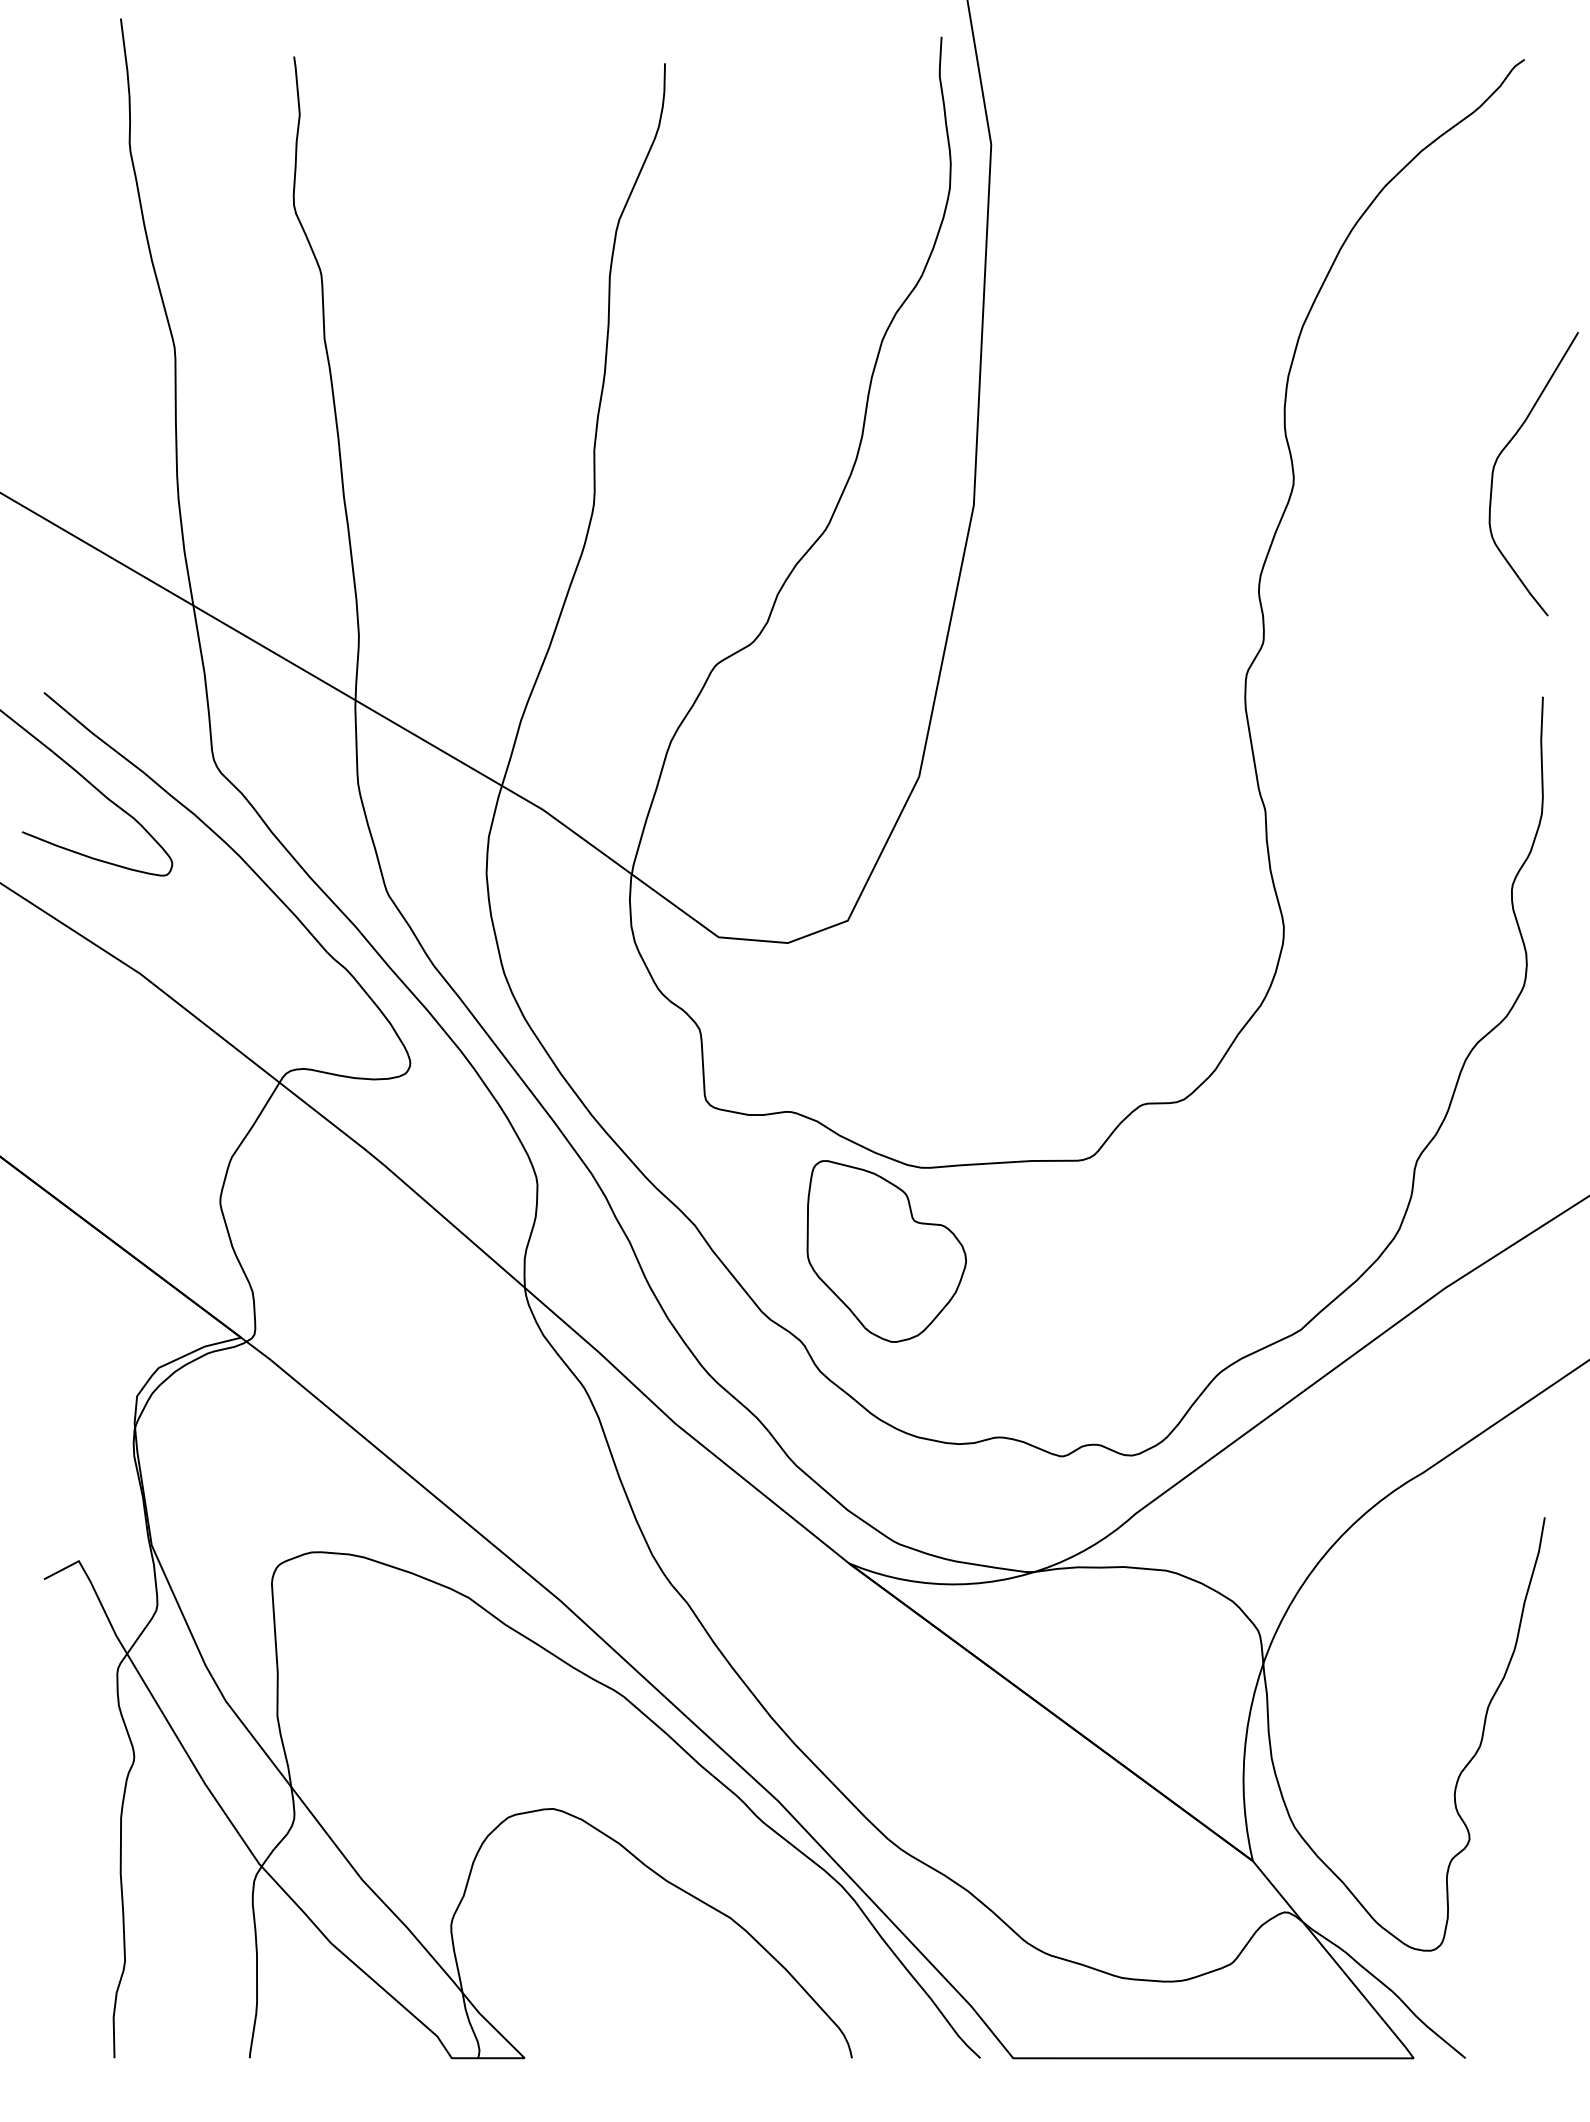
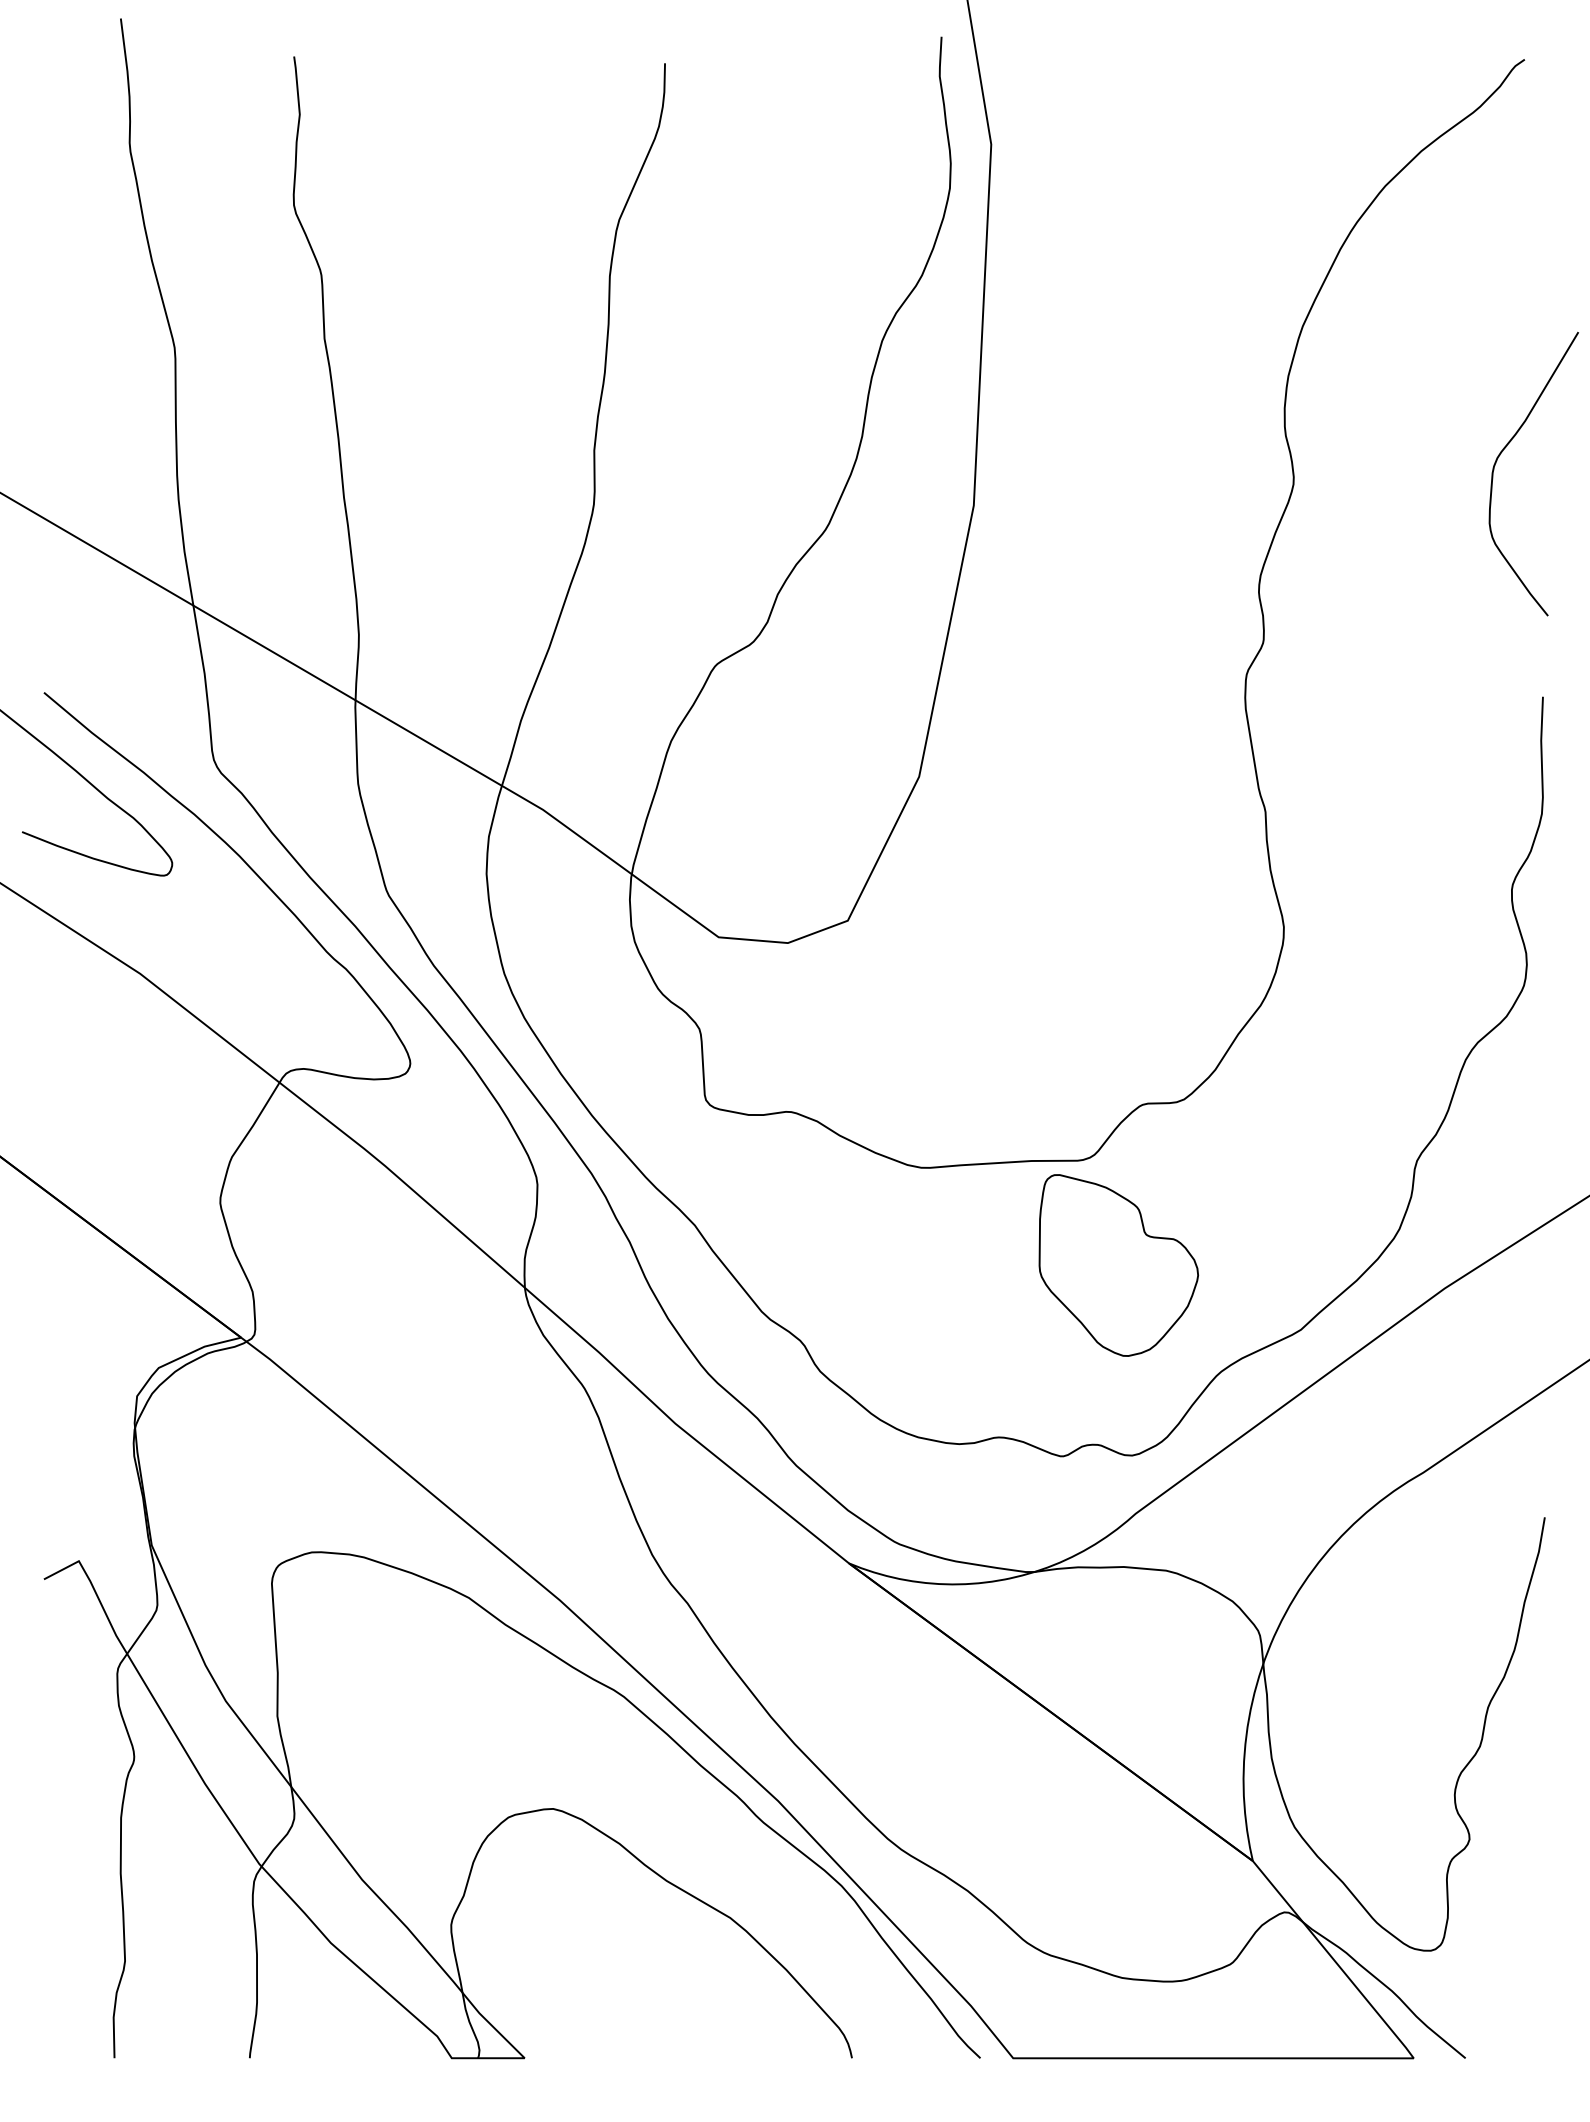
part at (886, 1251) position: (886, 1251) -> (1118, 1265)
